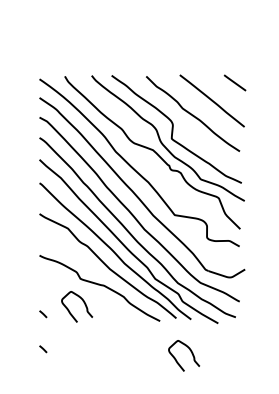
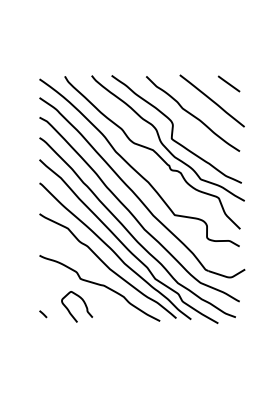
line at (234, 82) position: (234, 82) -> (228, 83)
curve at (43, 349): present -> none
curve at (189, 350): present -> none
